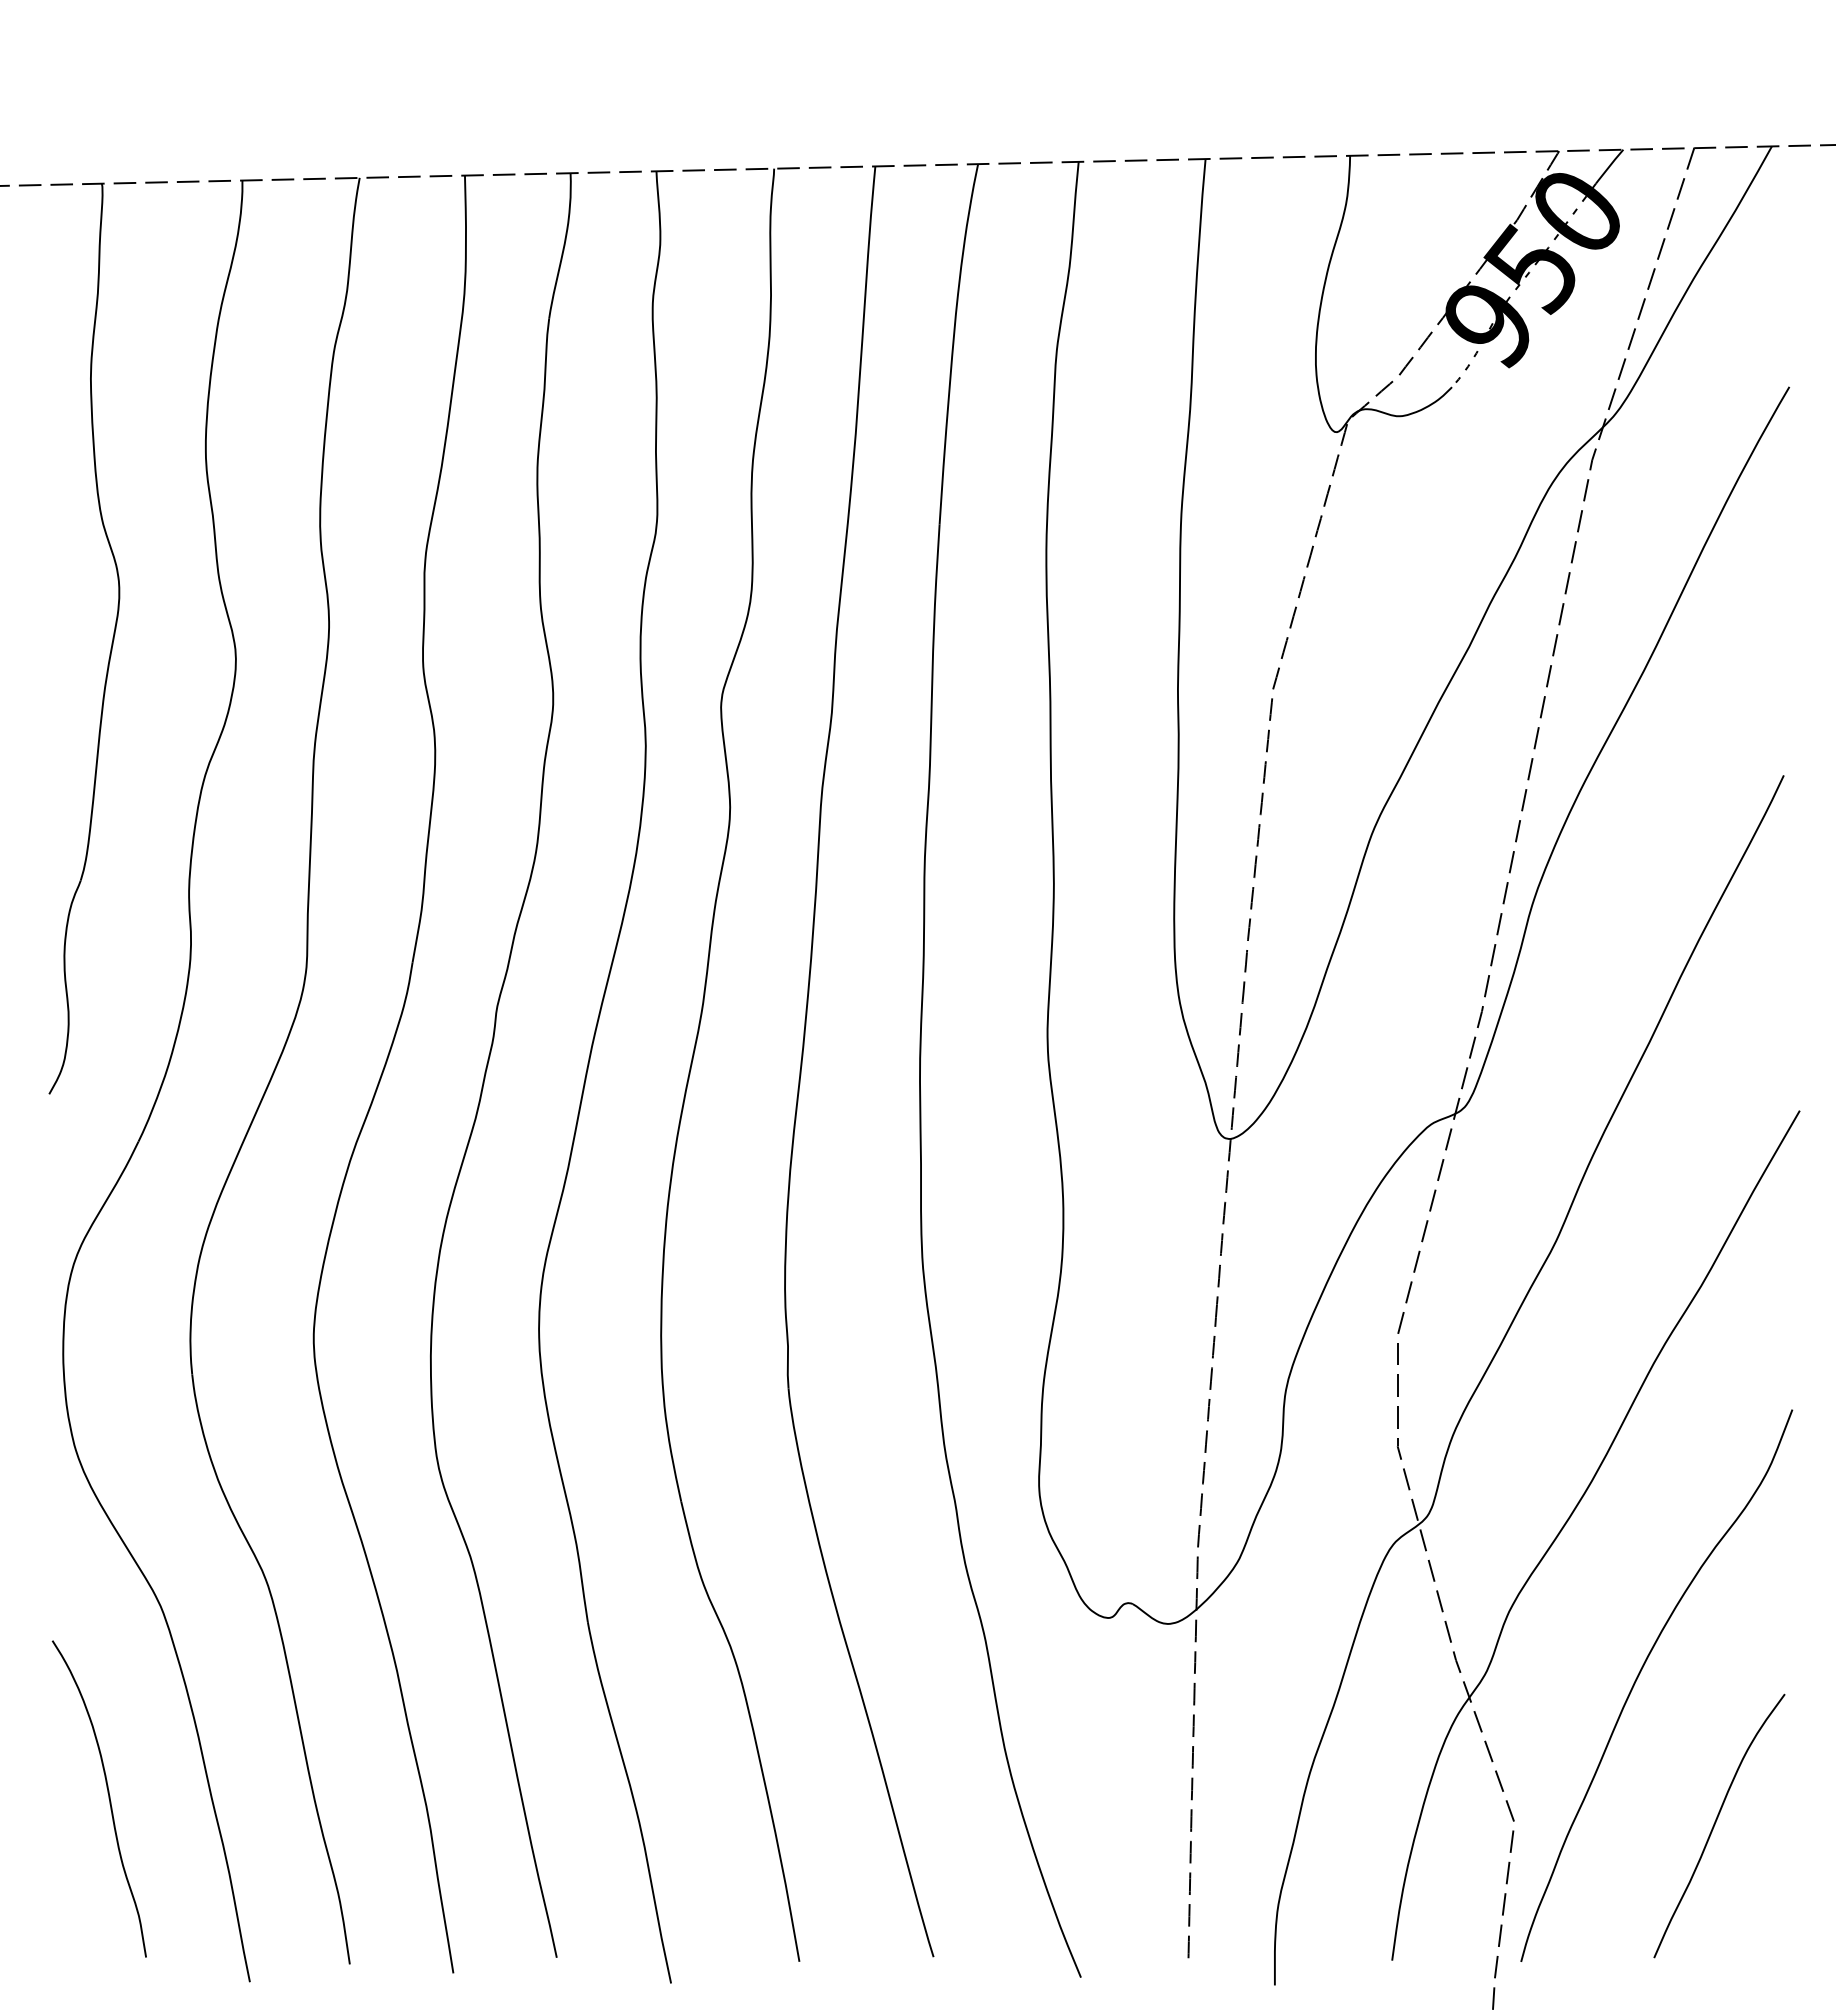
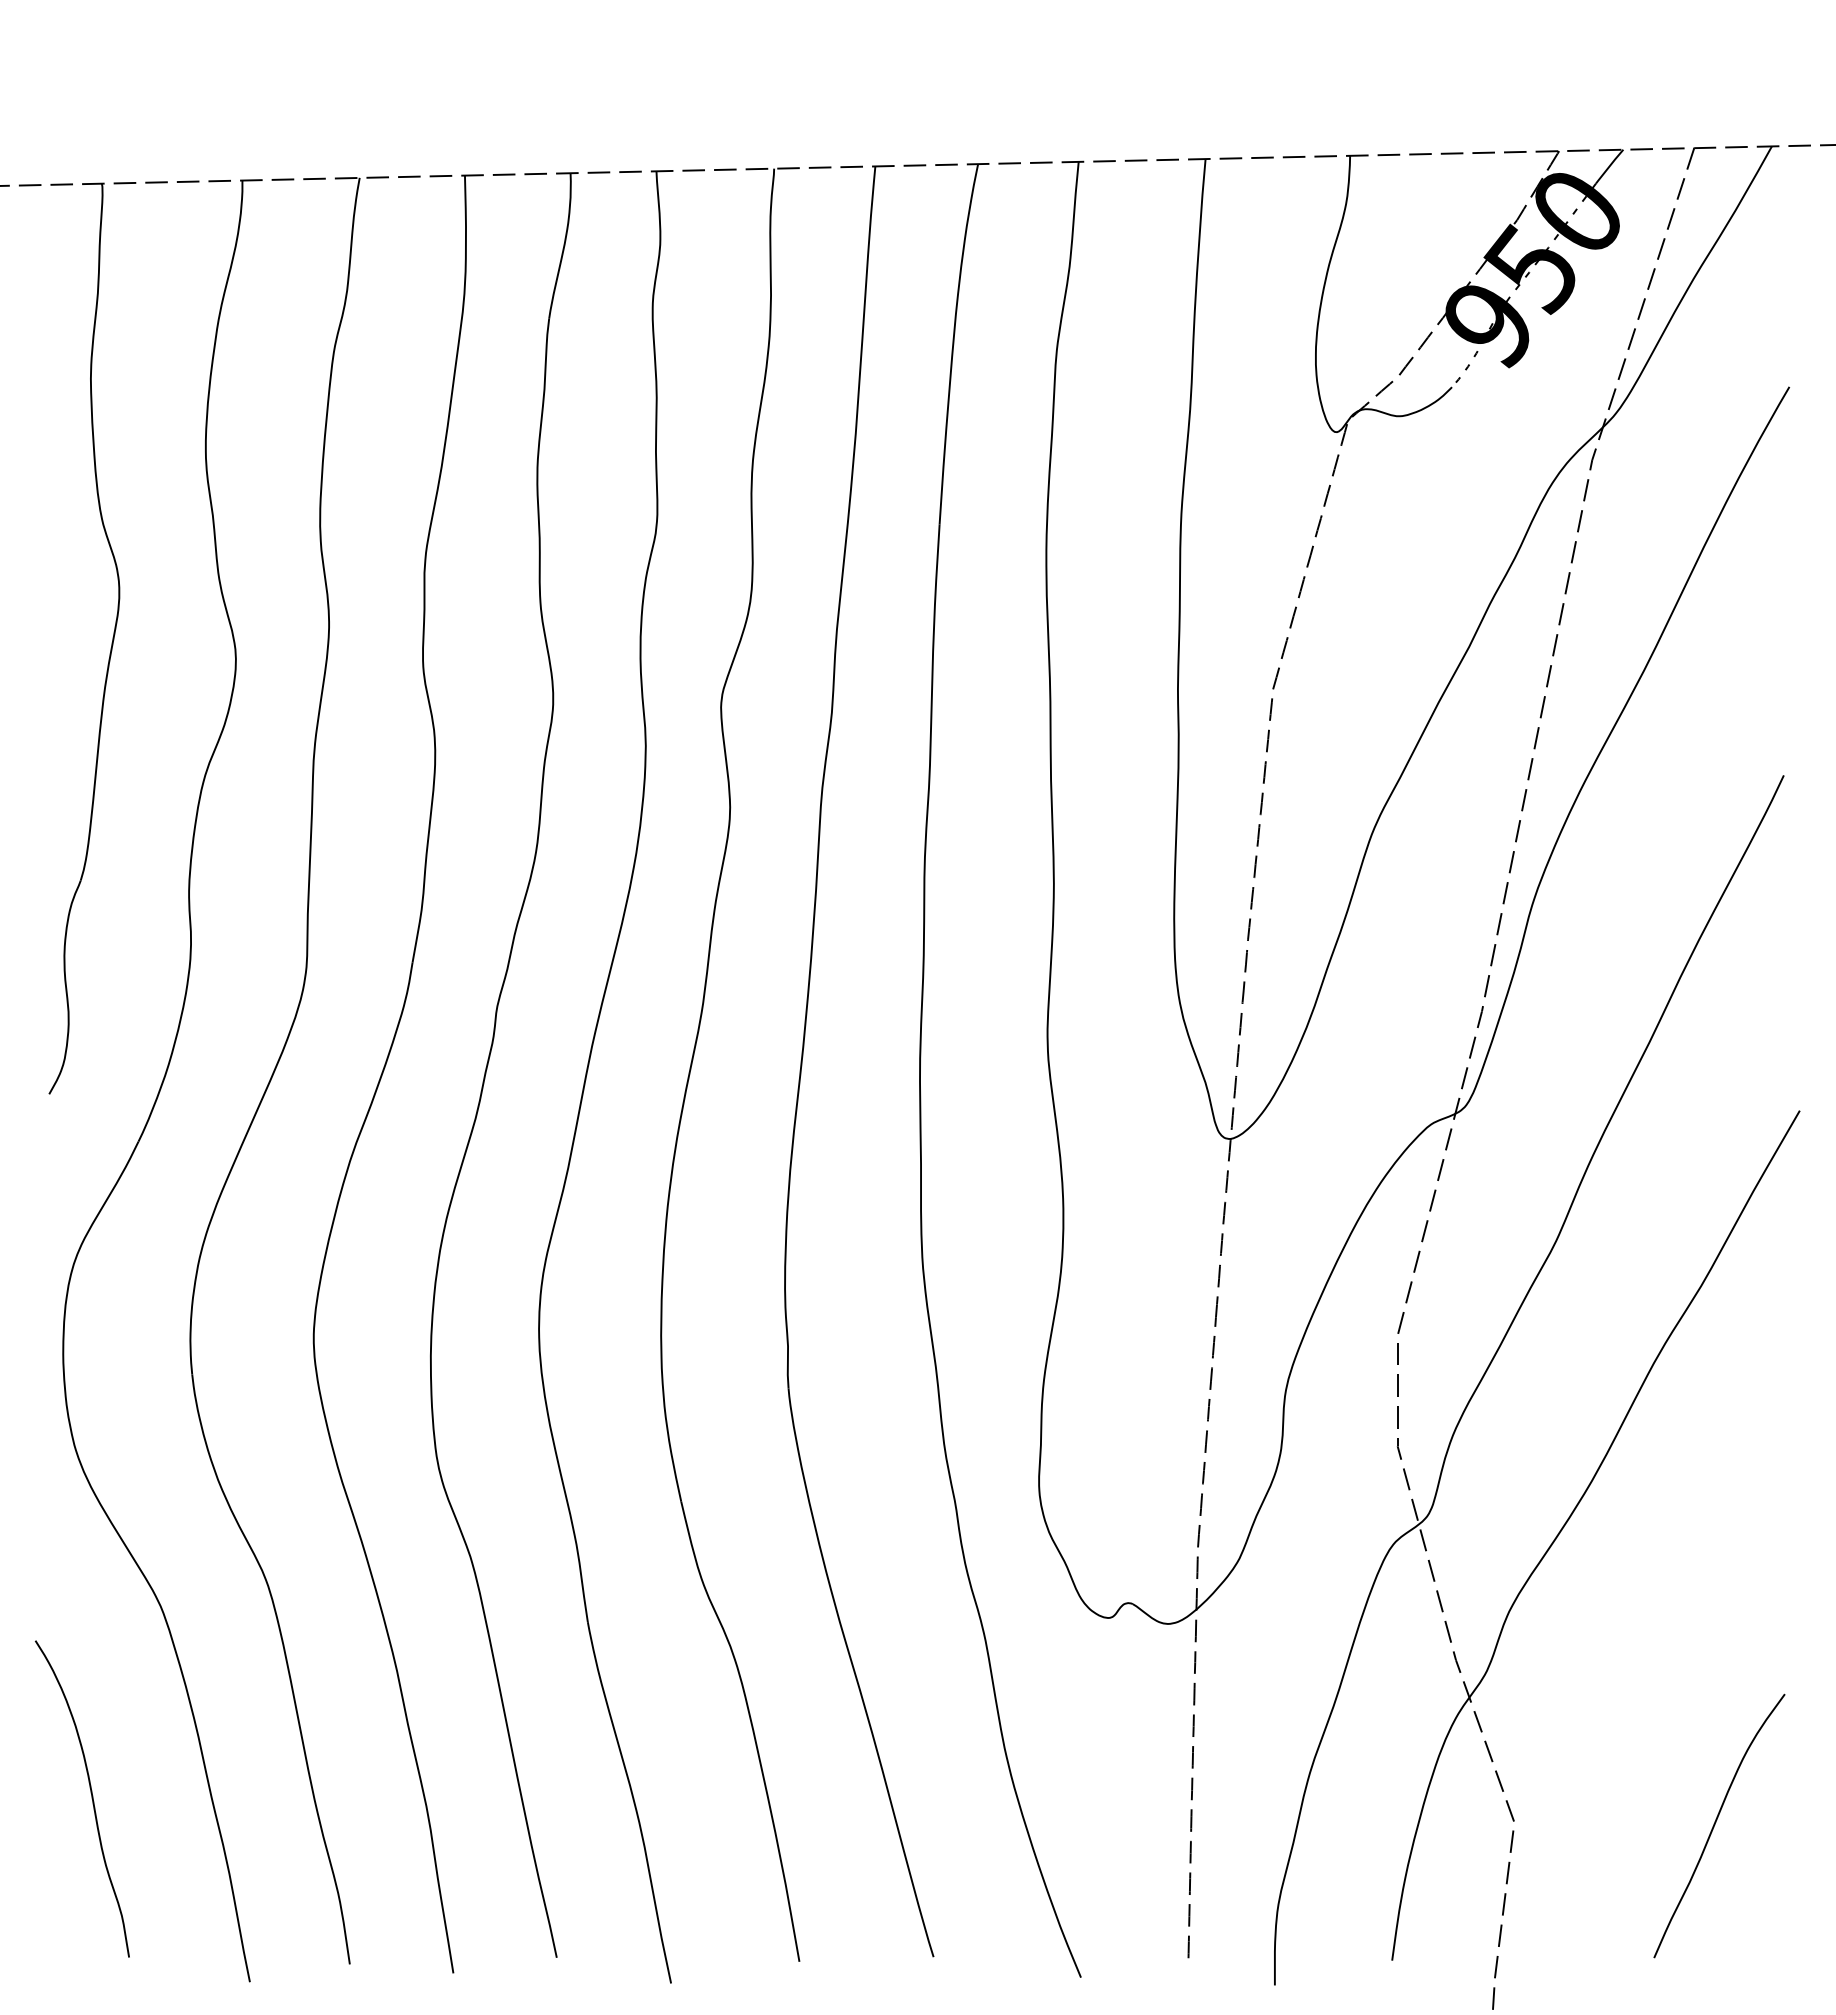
curve at (1638, 1677): present -> none
curve at (108, 1798) position: (108, 1798) -> (91, 1798)
